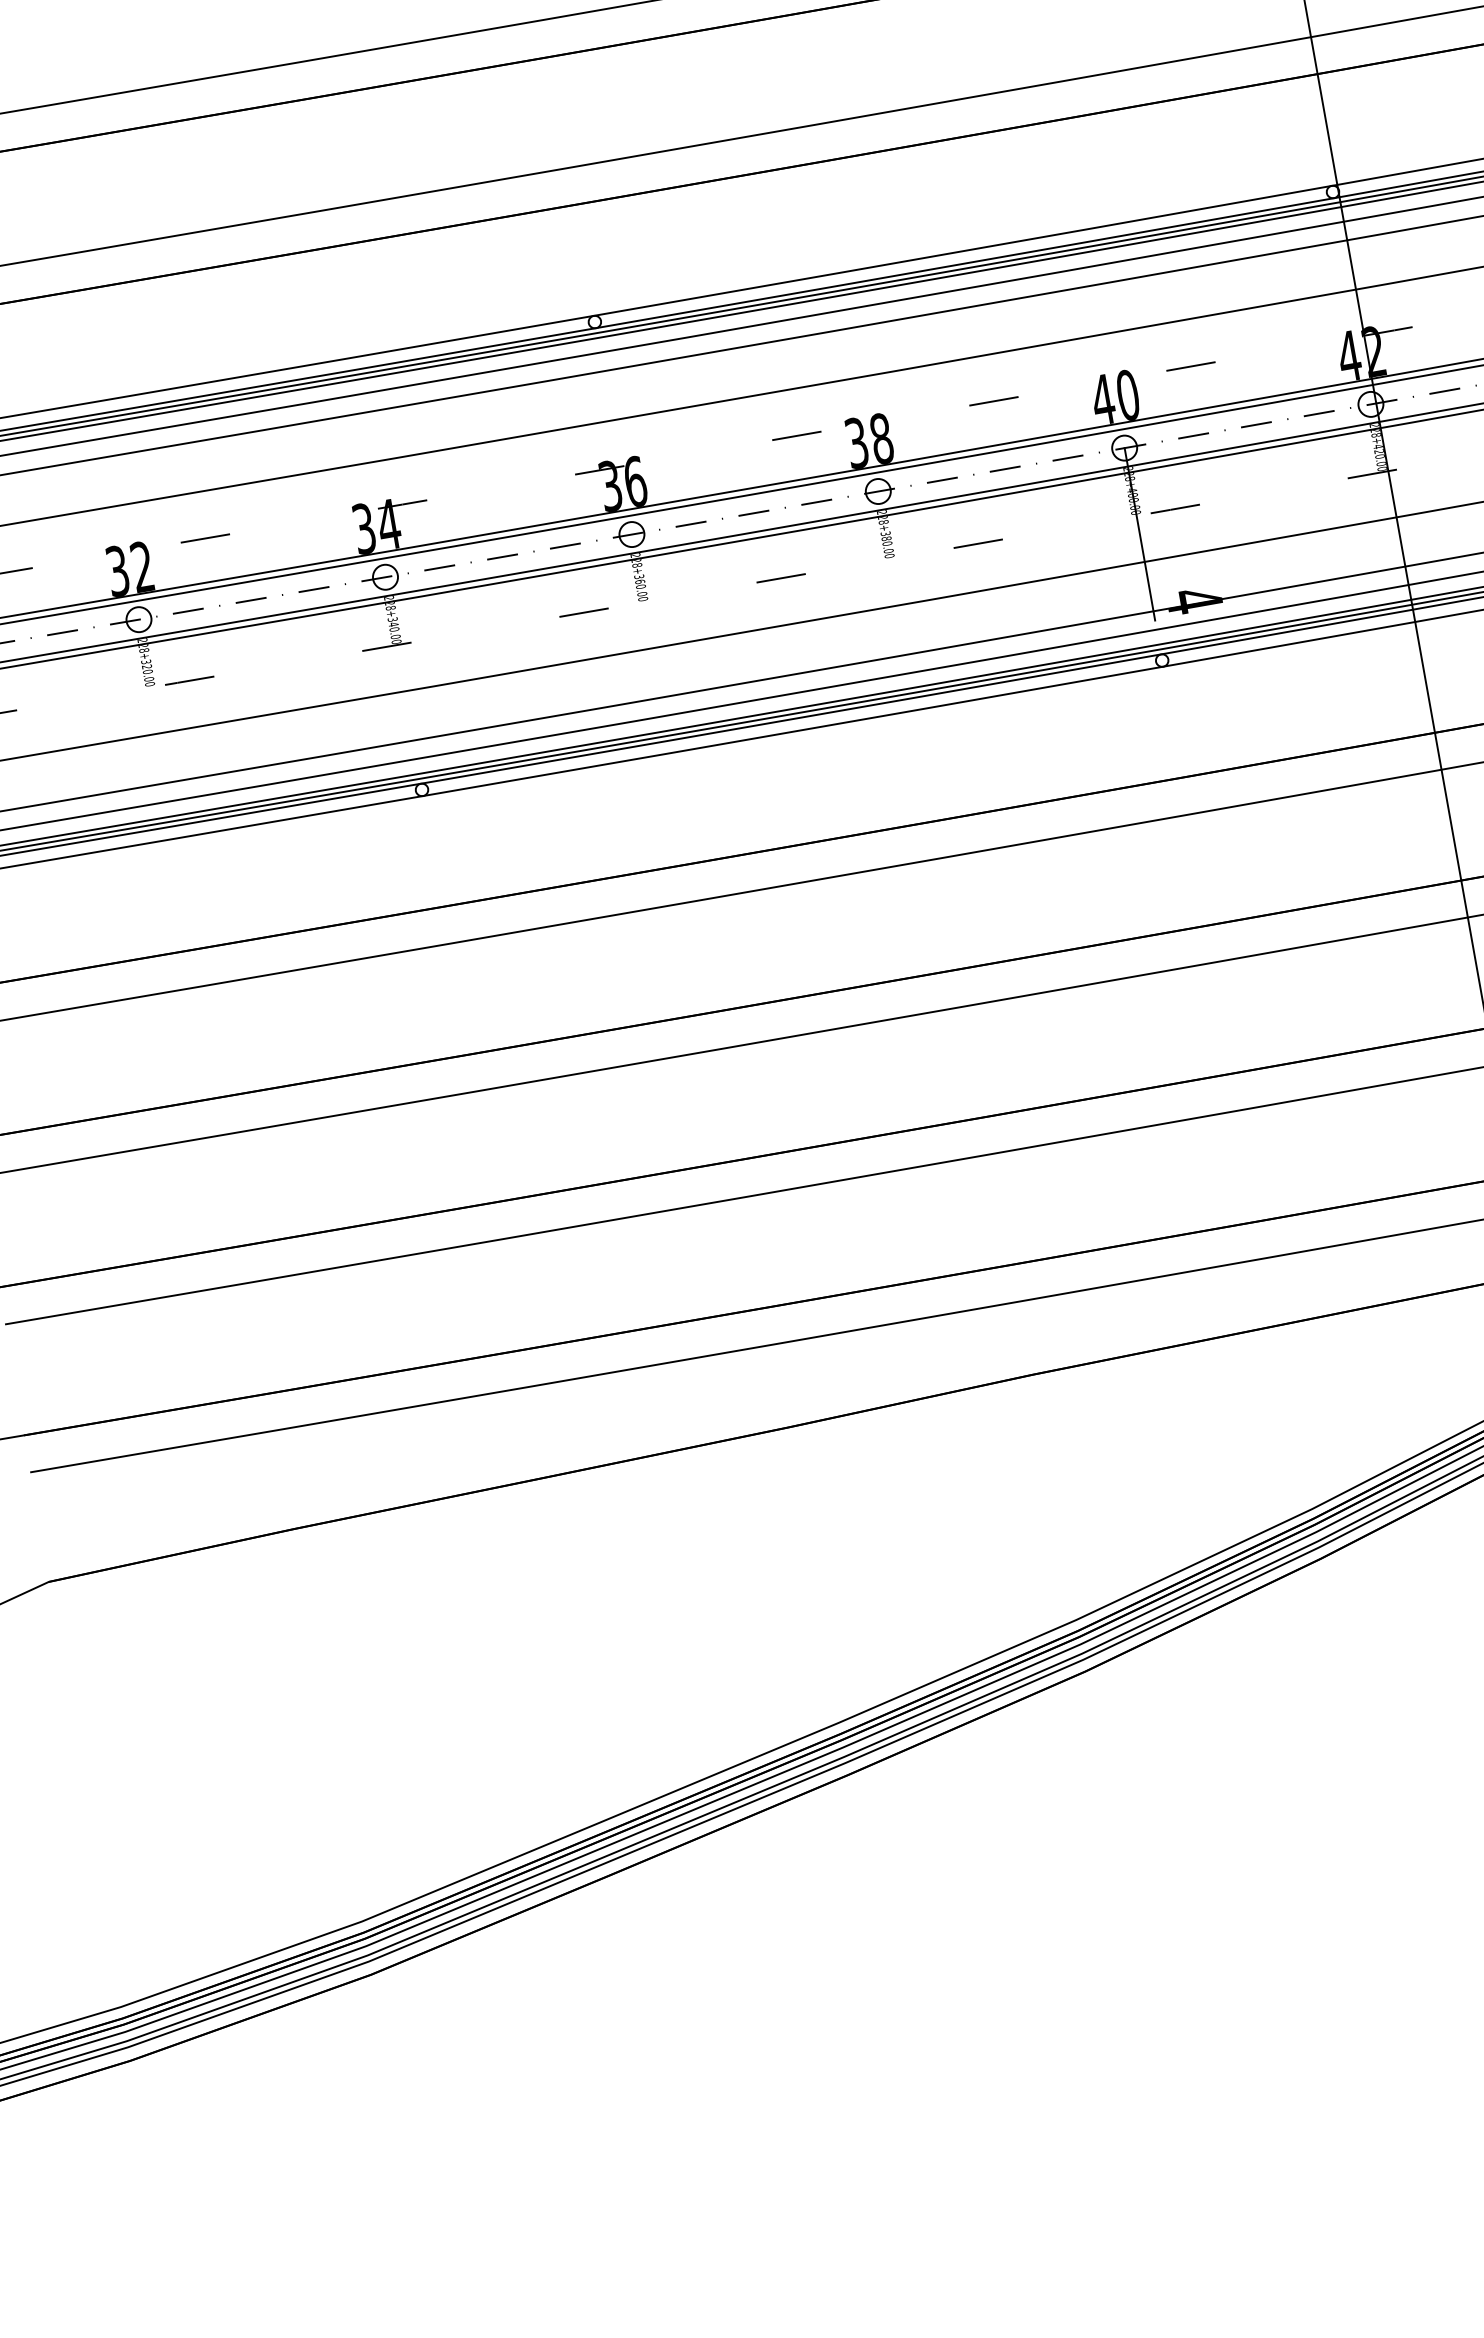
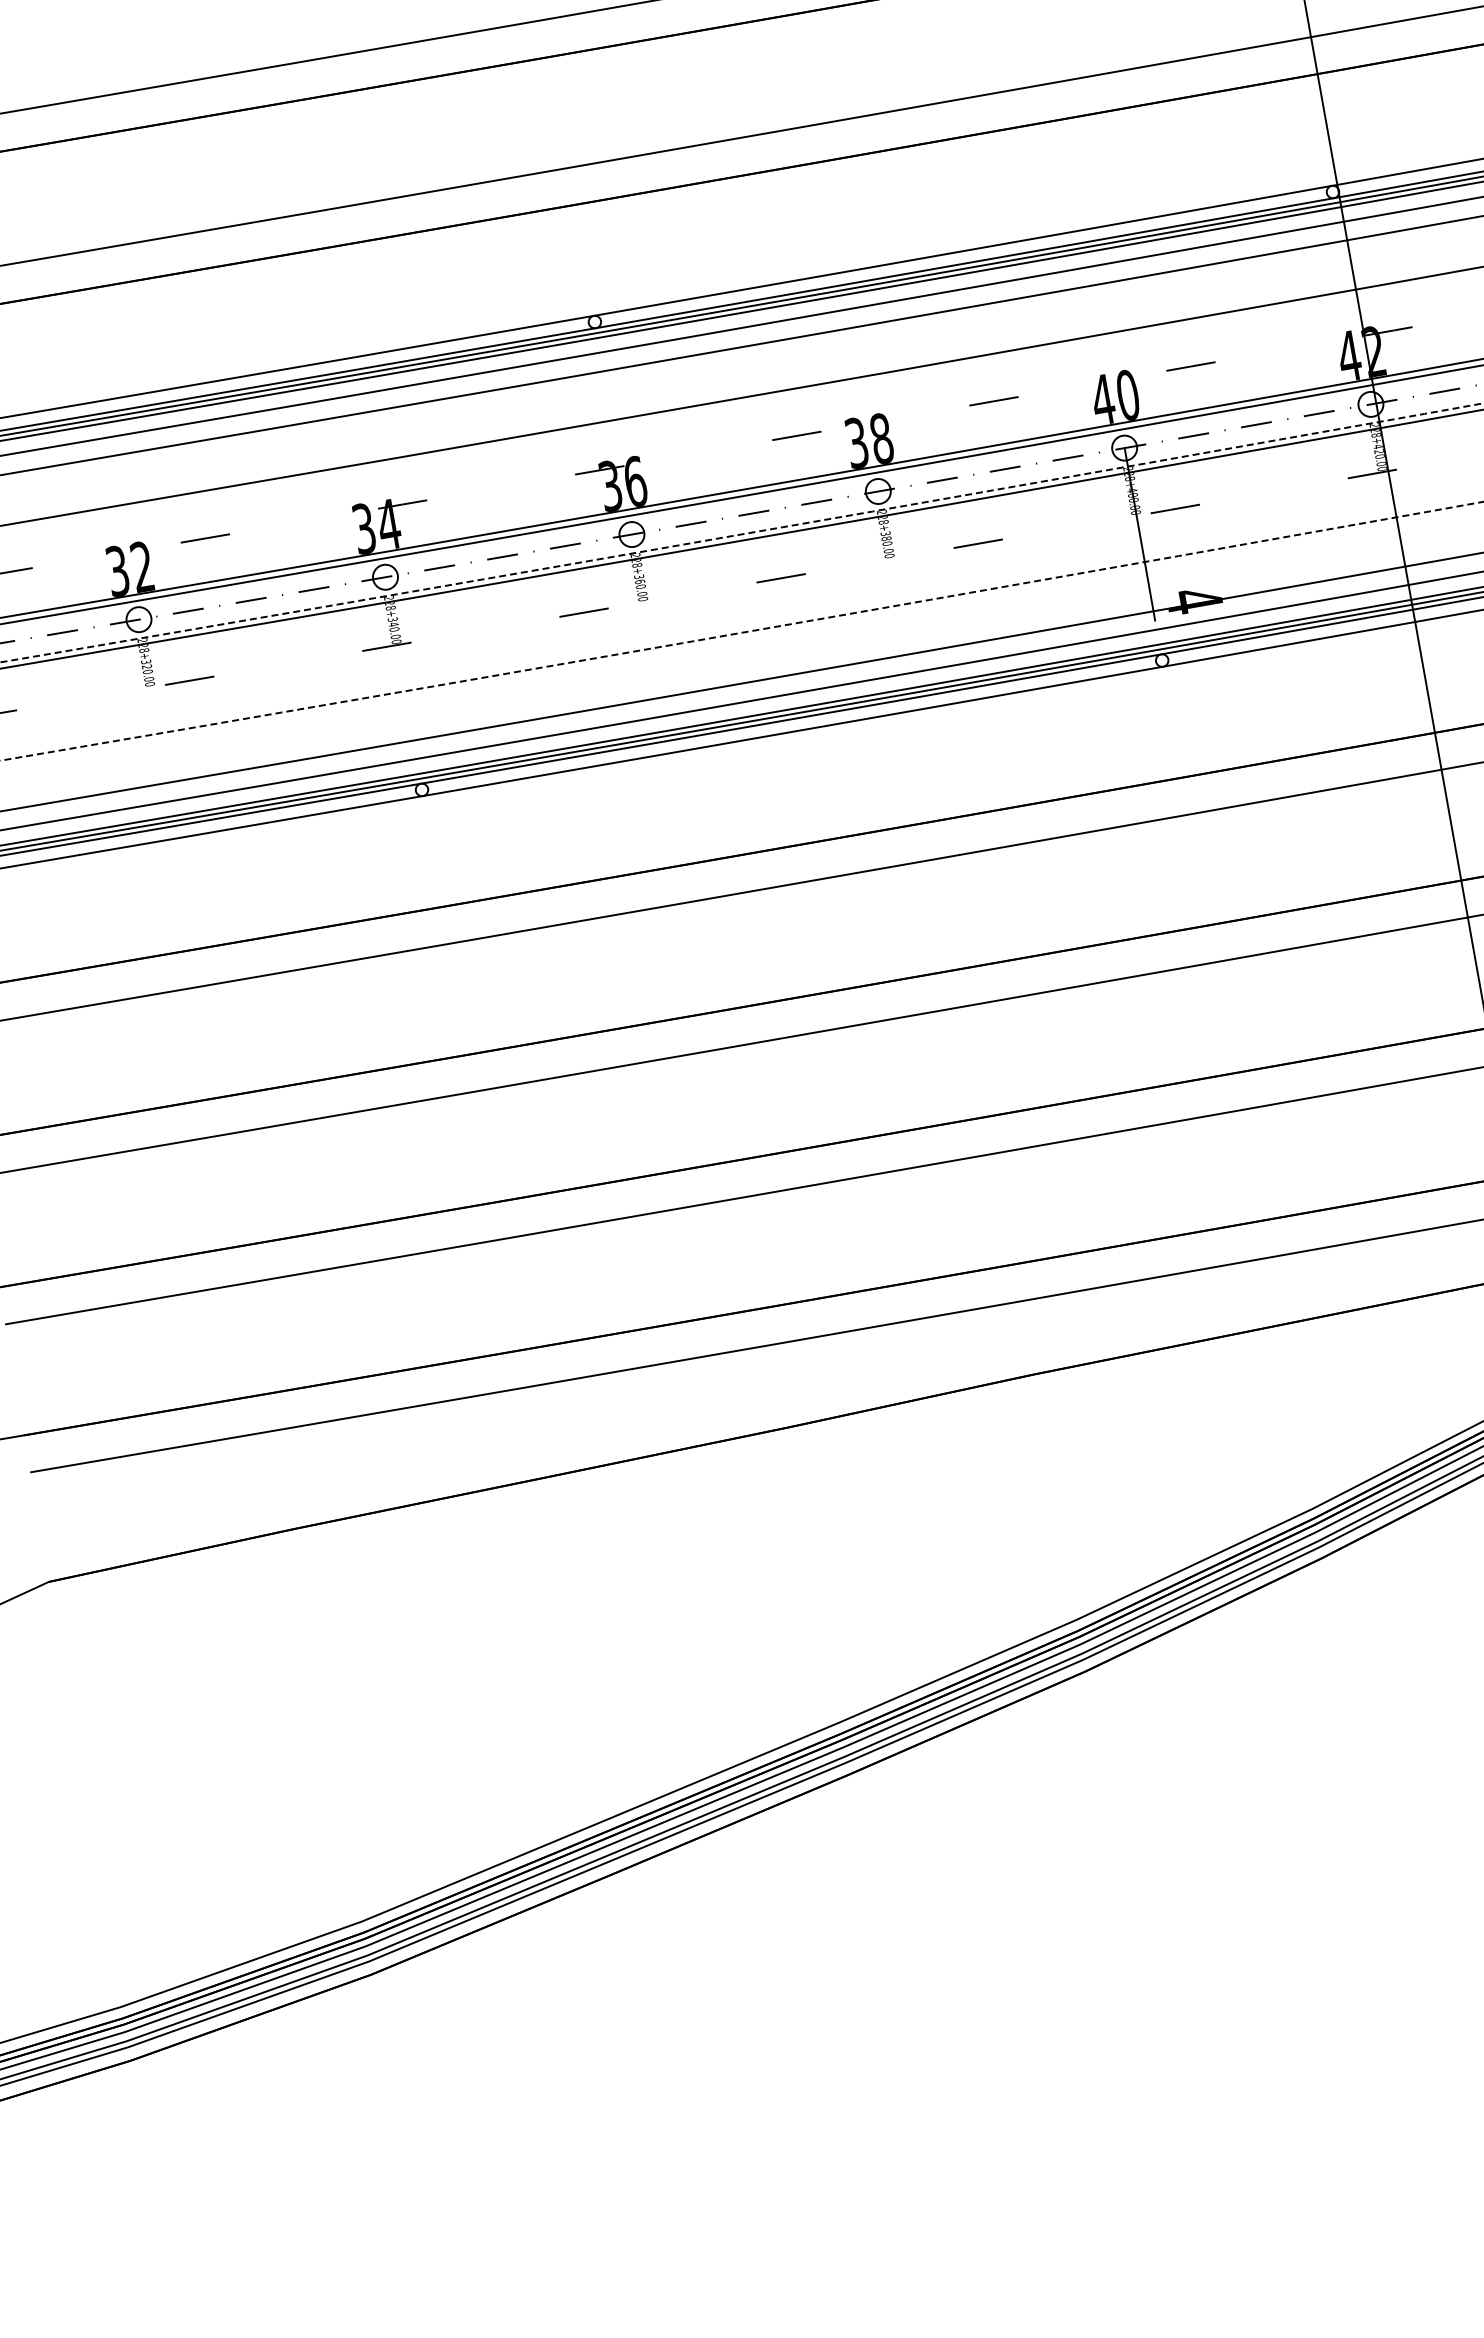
line at (742, 534): solid -> dashed
line at (742, 632): solid -> dashed
